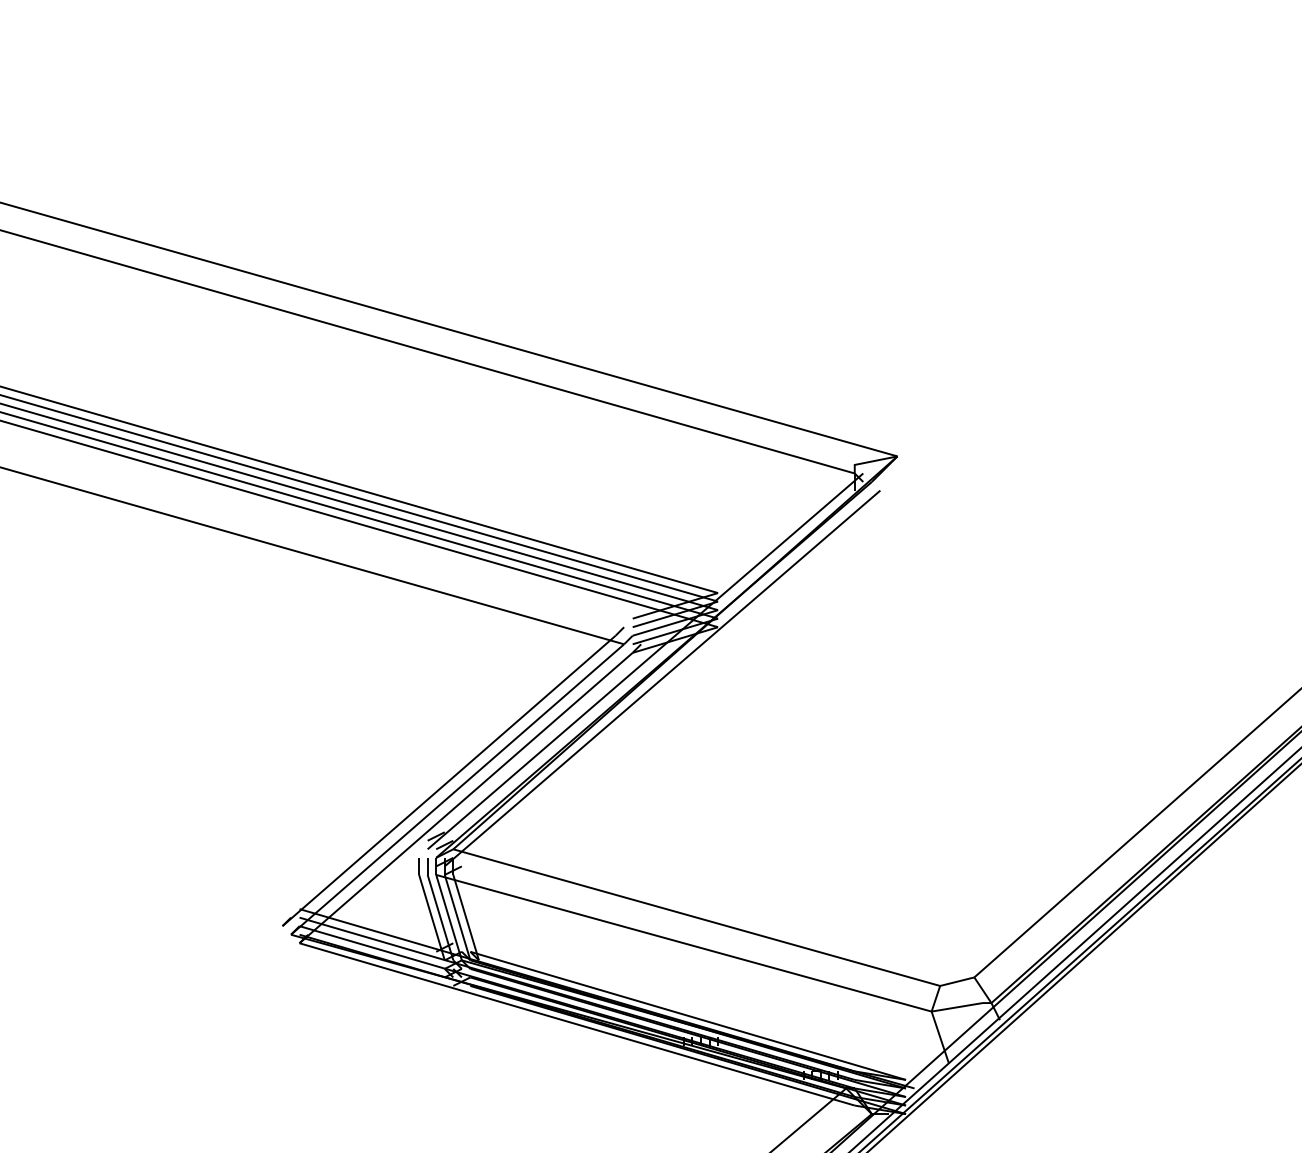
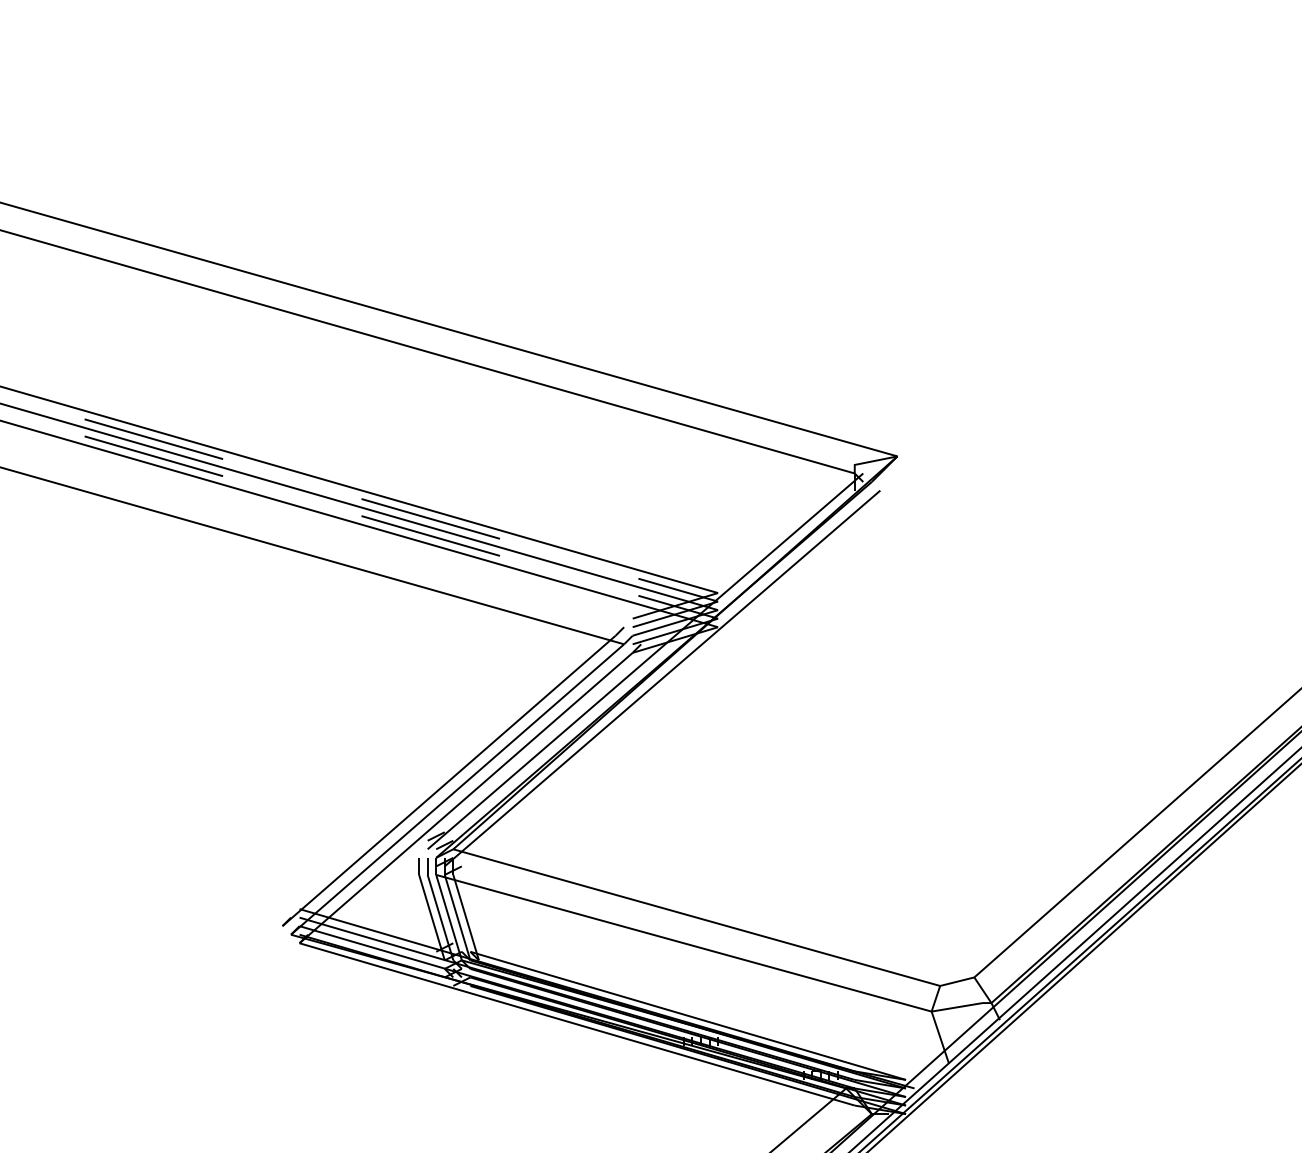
line at (359, 498): solid -> dashed
line at (359, 515): solid -> dashed
